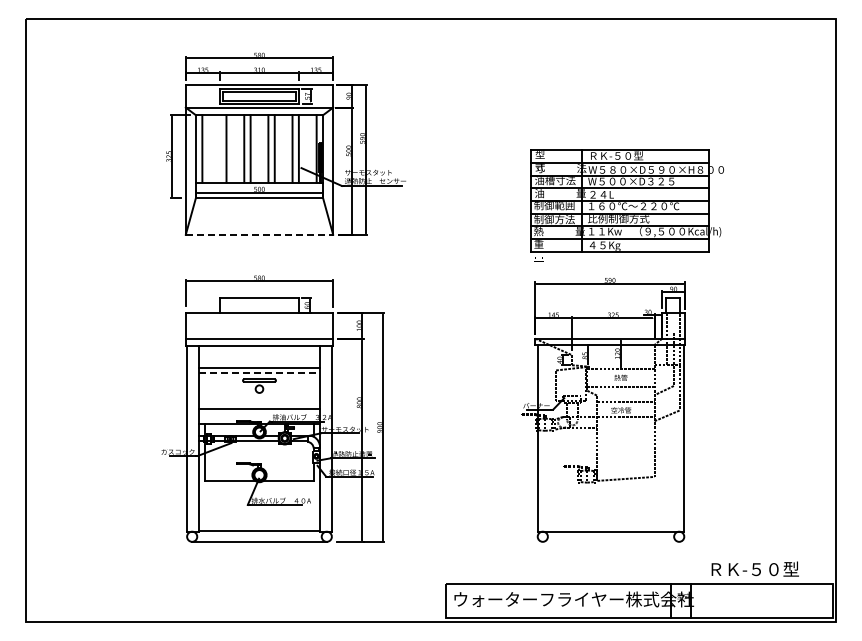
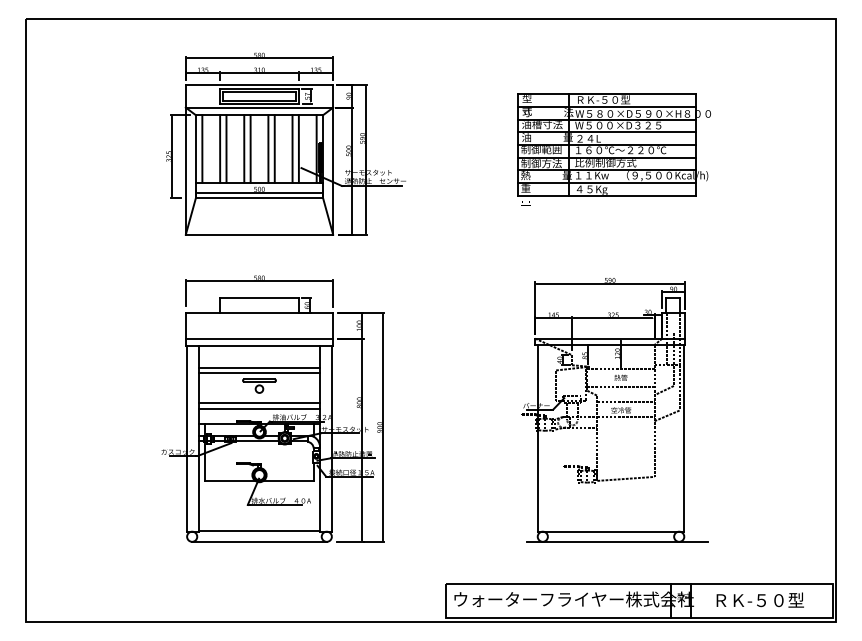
line at (220, 148): none -> present
part at (626, 205) position: (626, 205) -> (613, 149)
line at (259, 234): dashed -> solid
line at (259, 372): dashed -> solid
line at (259, 403): none -> present
line at (616, 541): none -> present
text at (754, 568) position: (754, 568) -> (759, 599)
